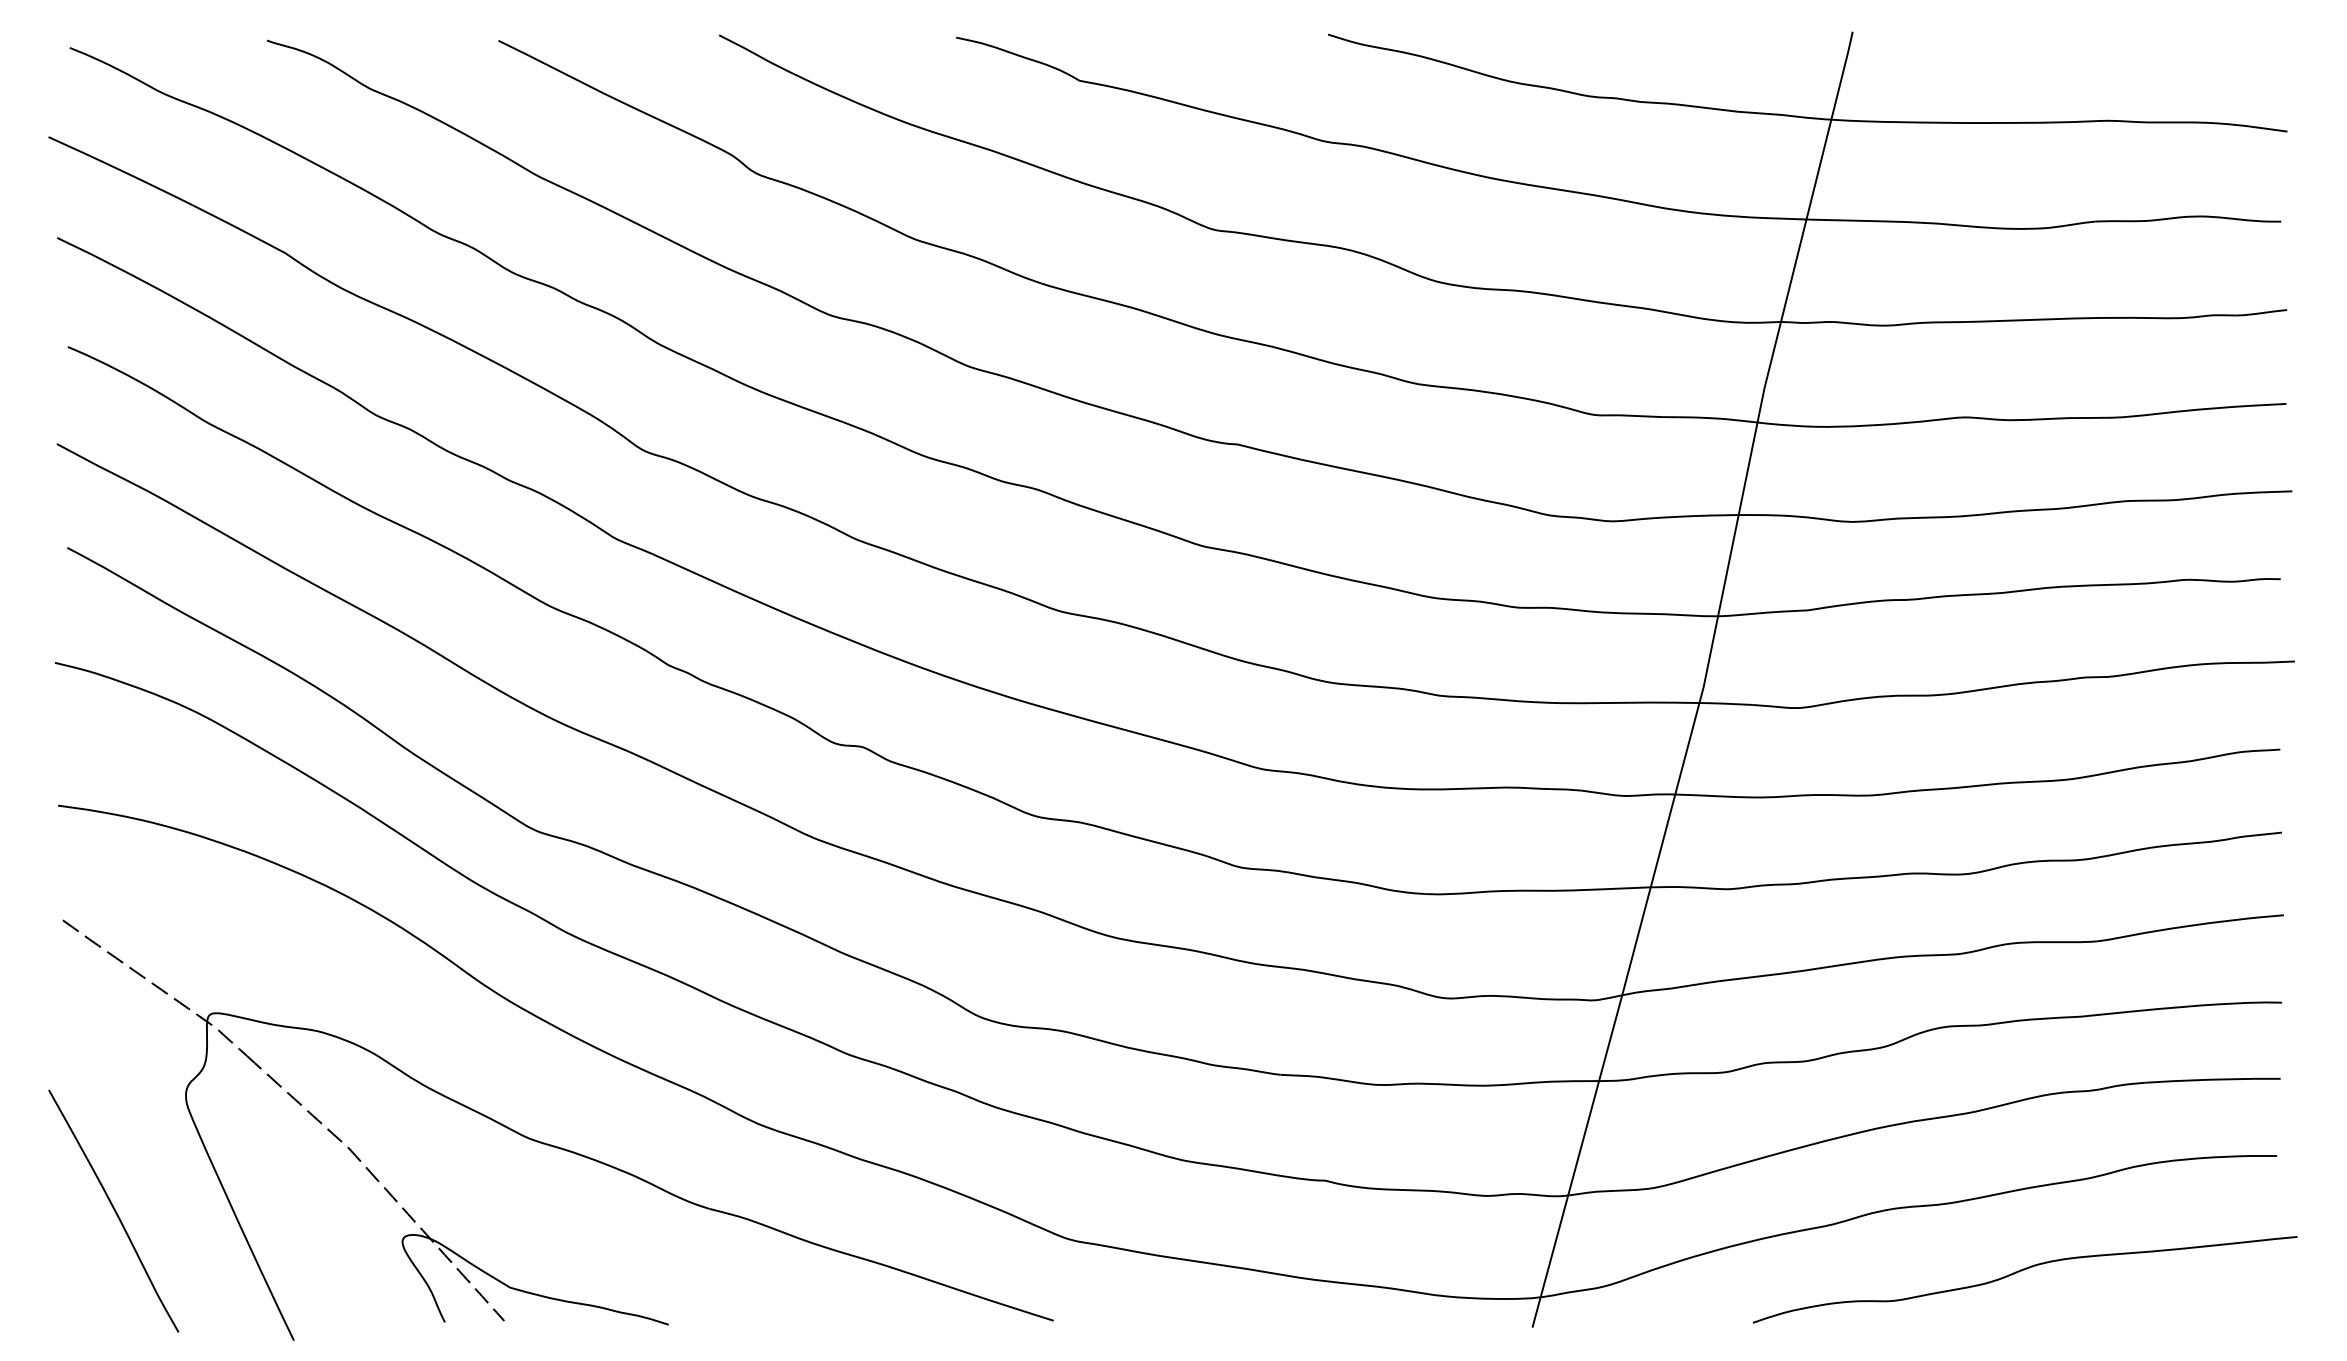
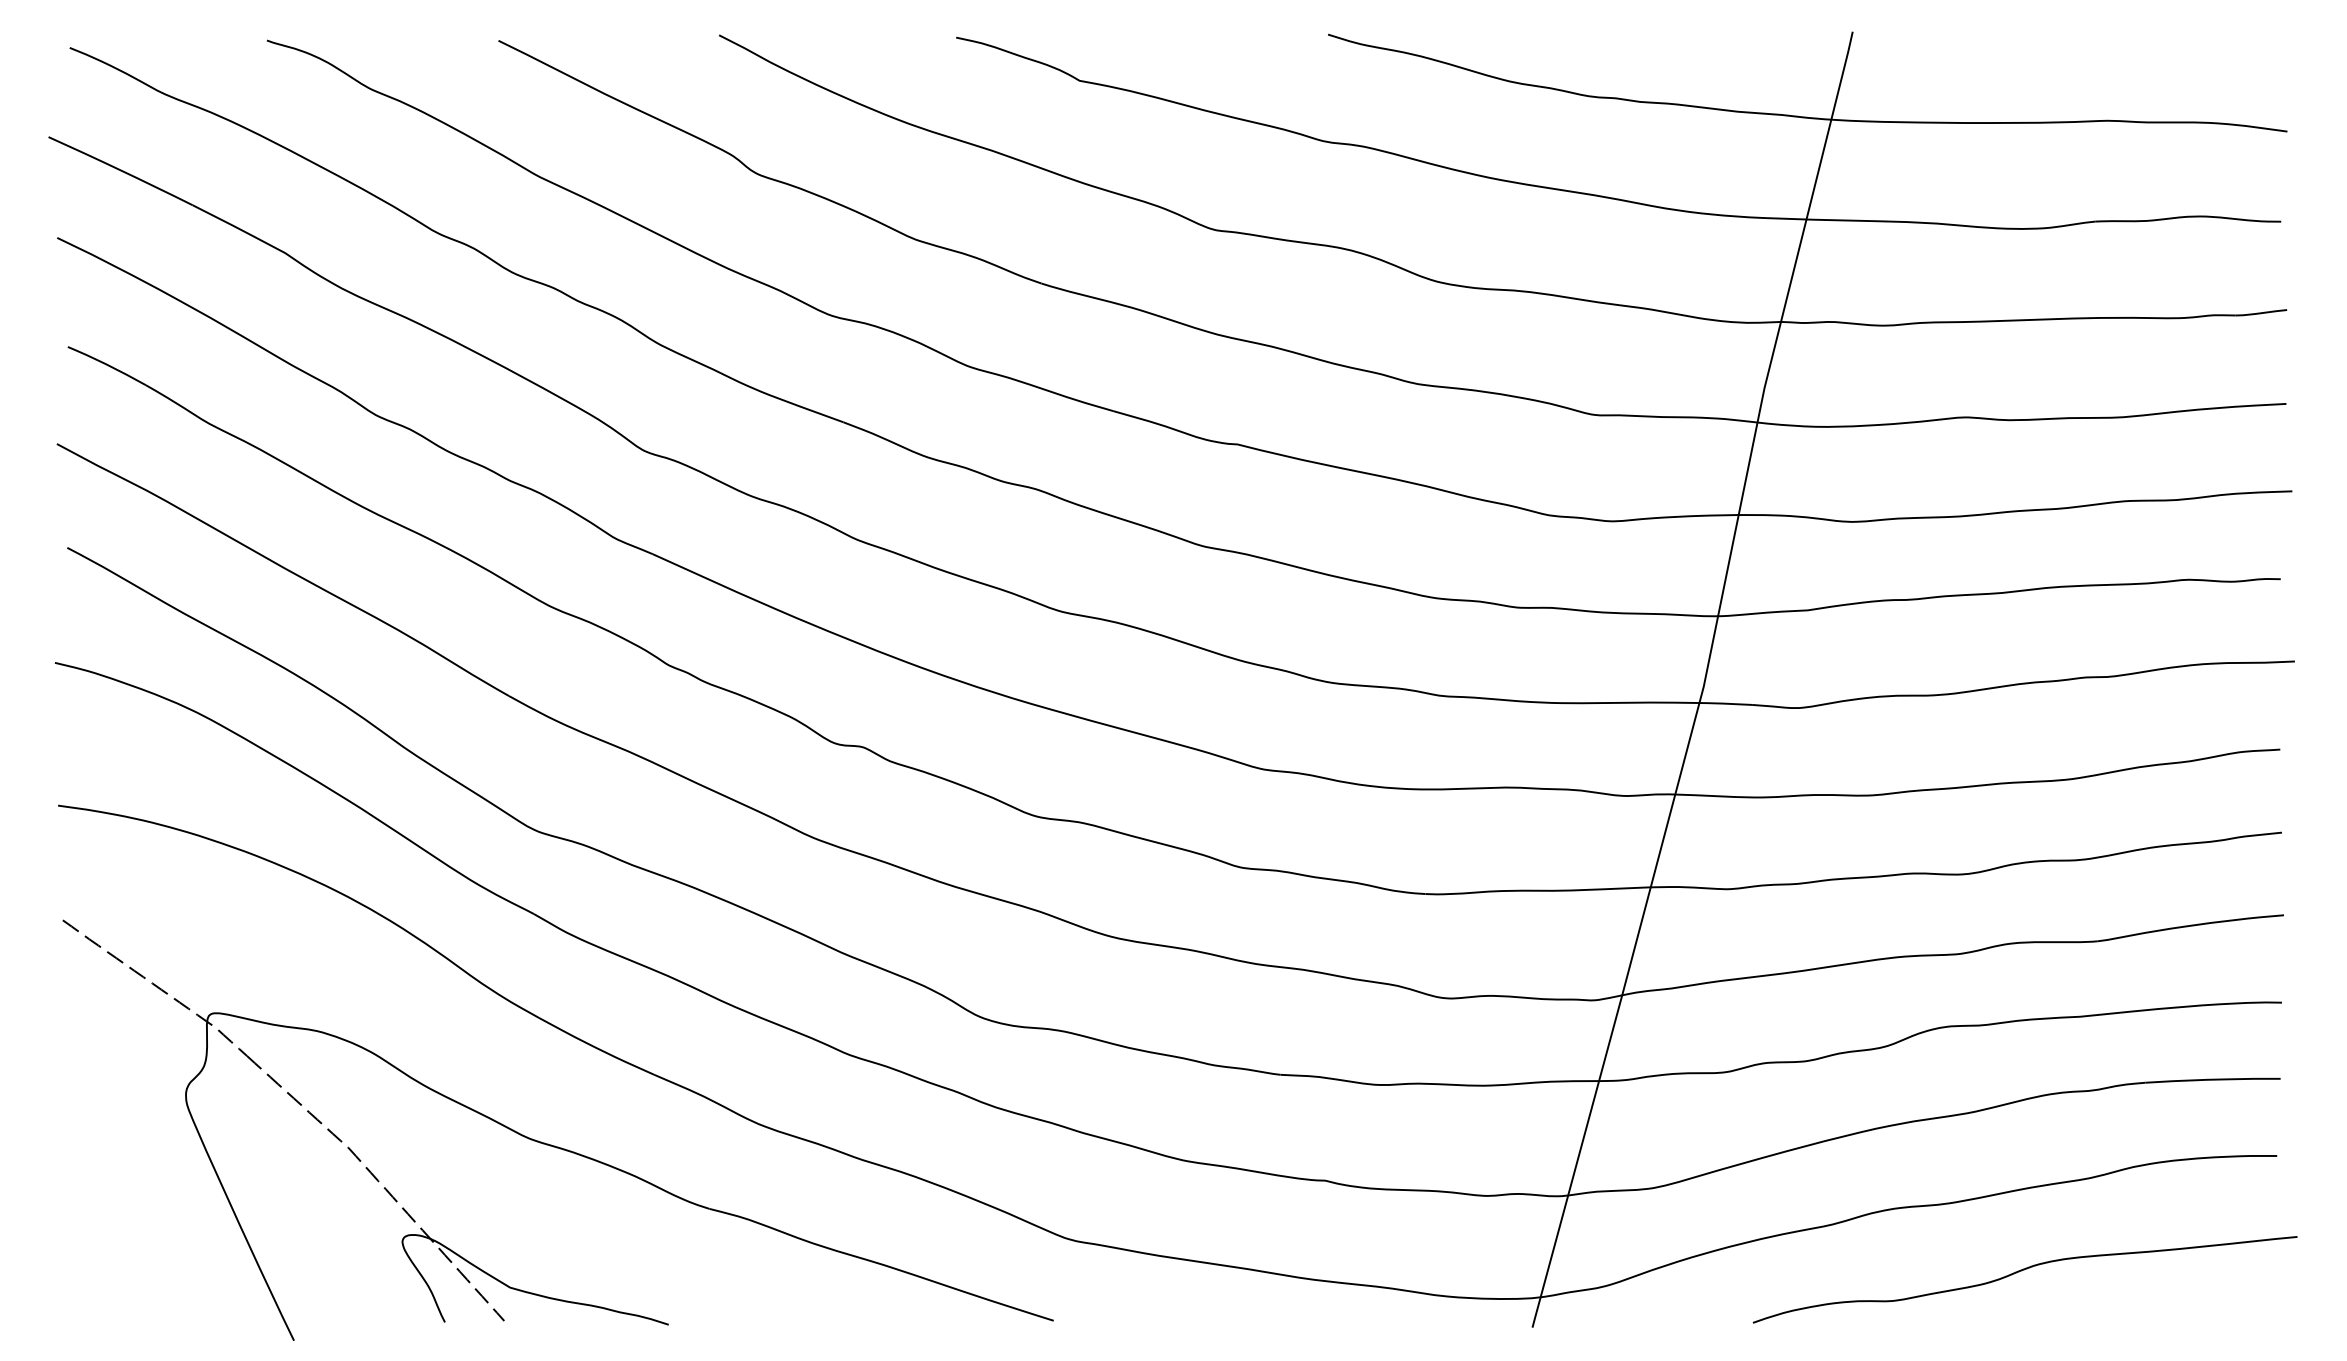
curve at (113, 1209): present -> none
